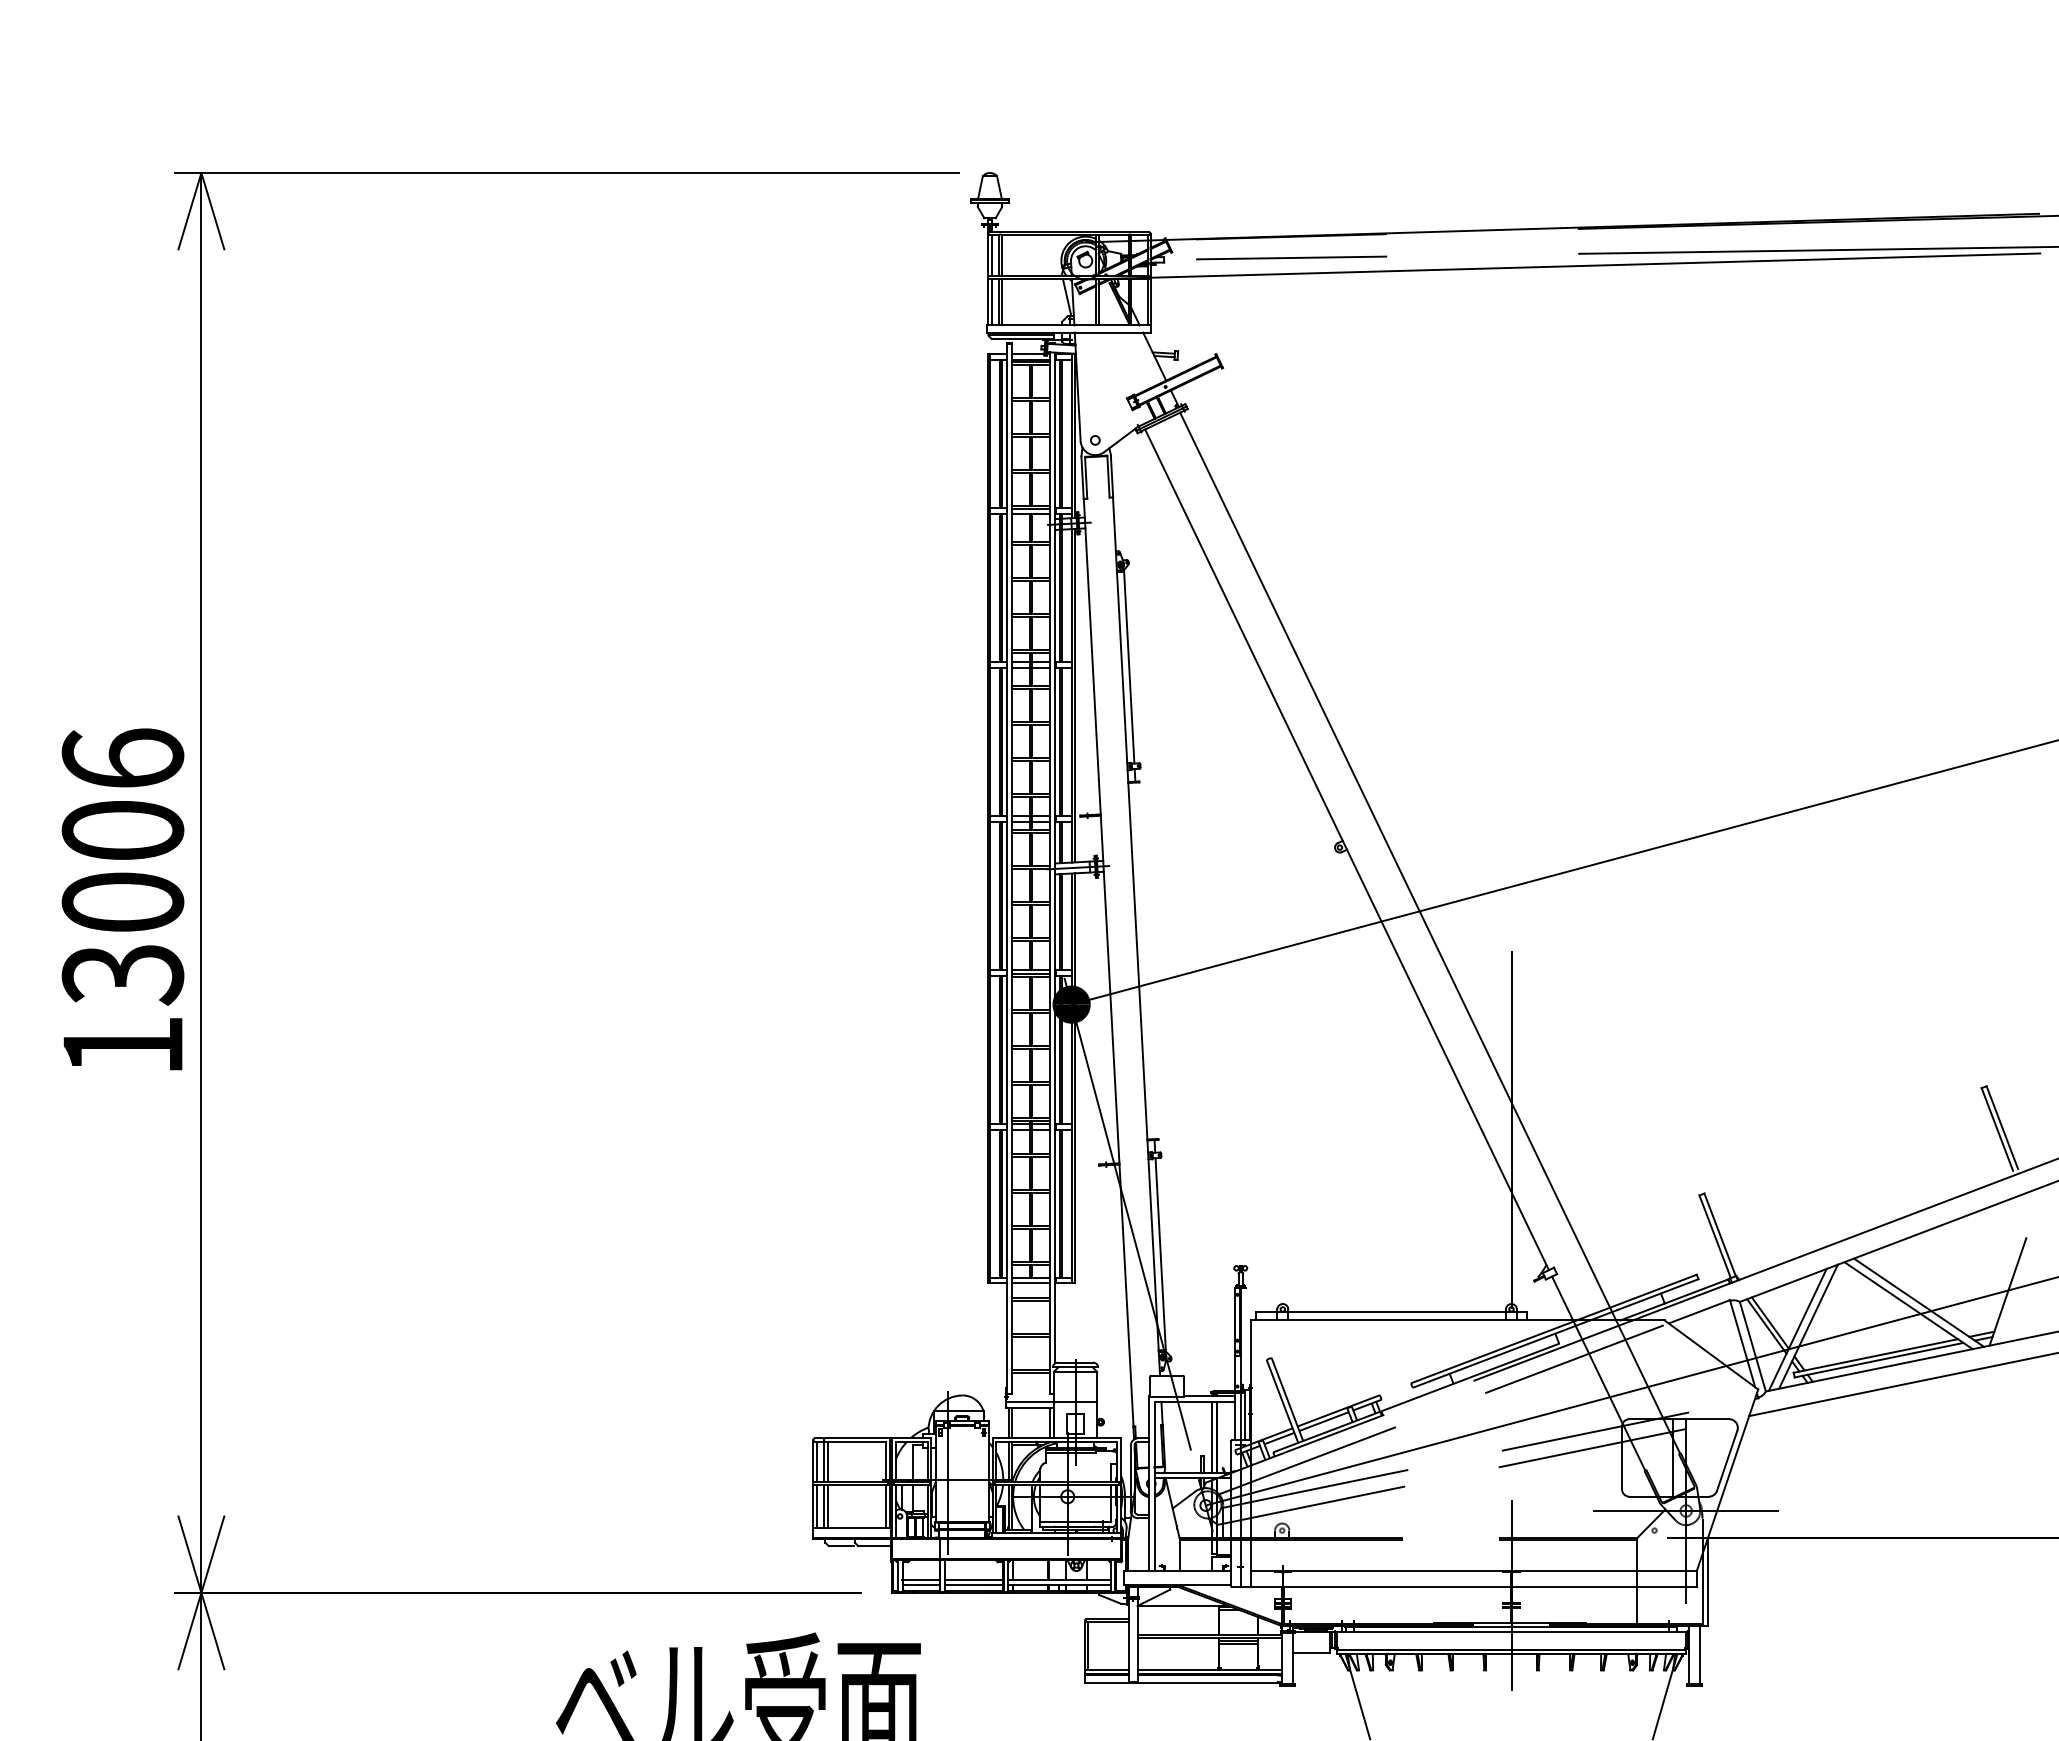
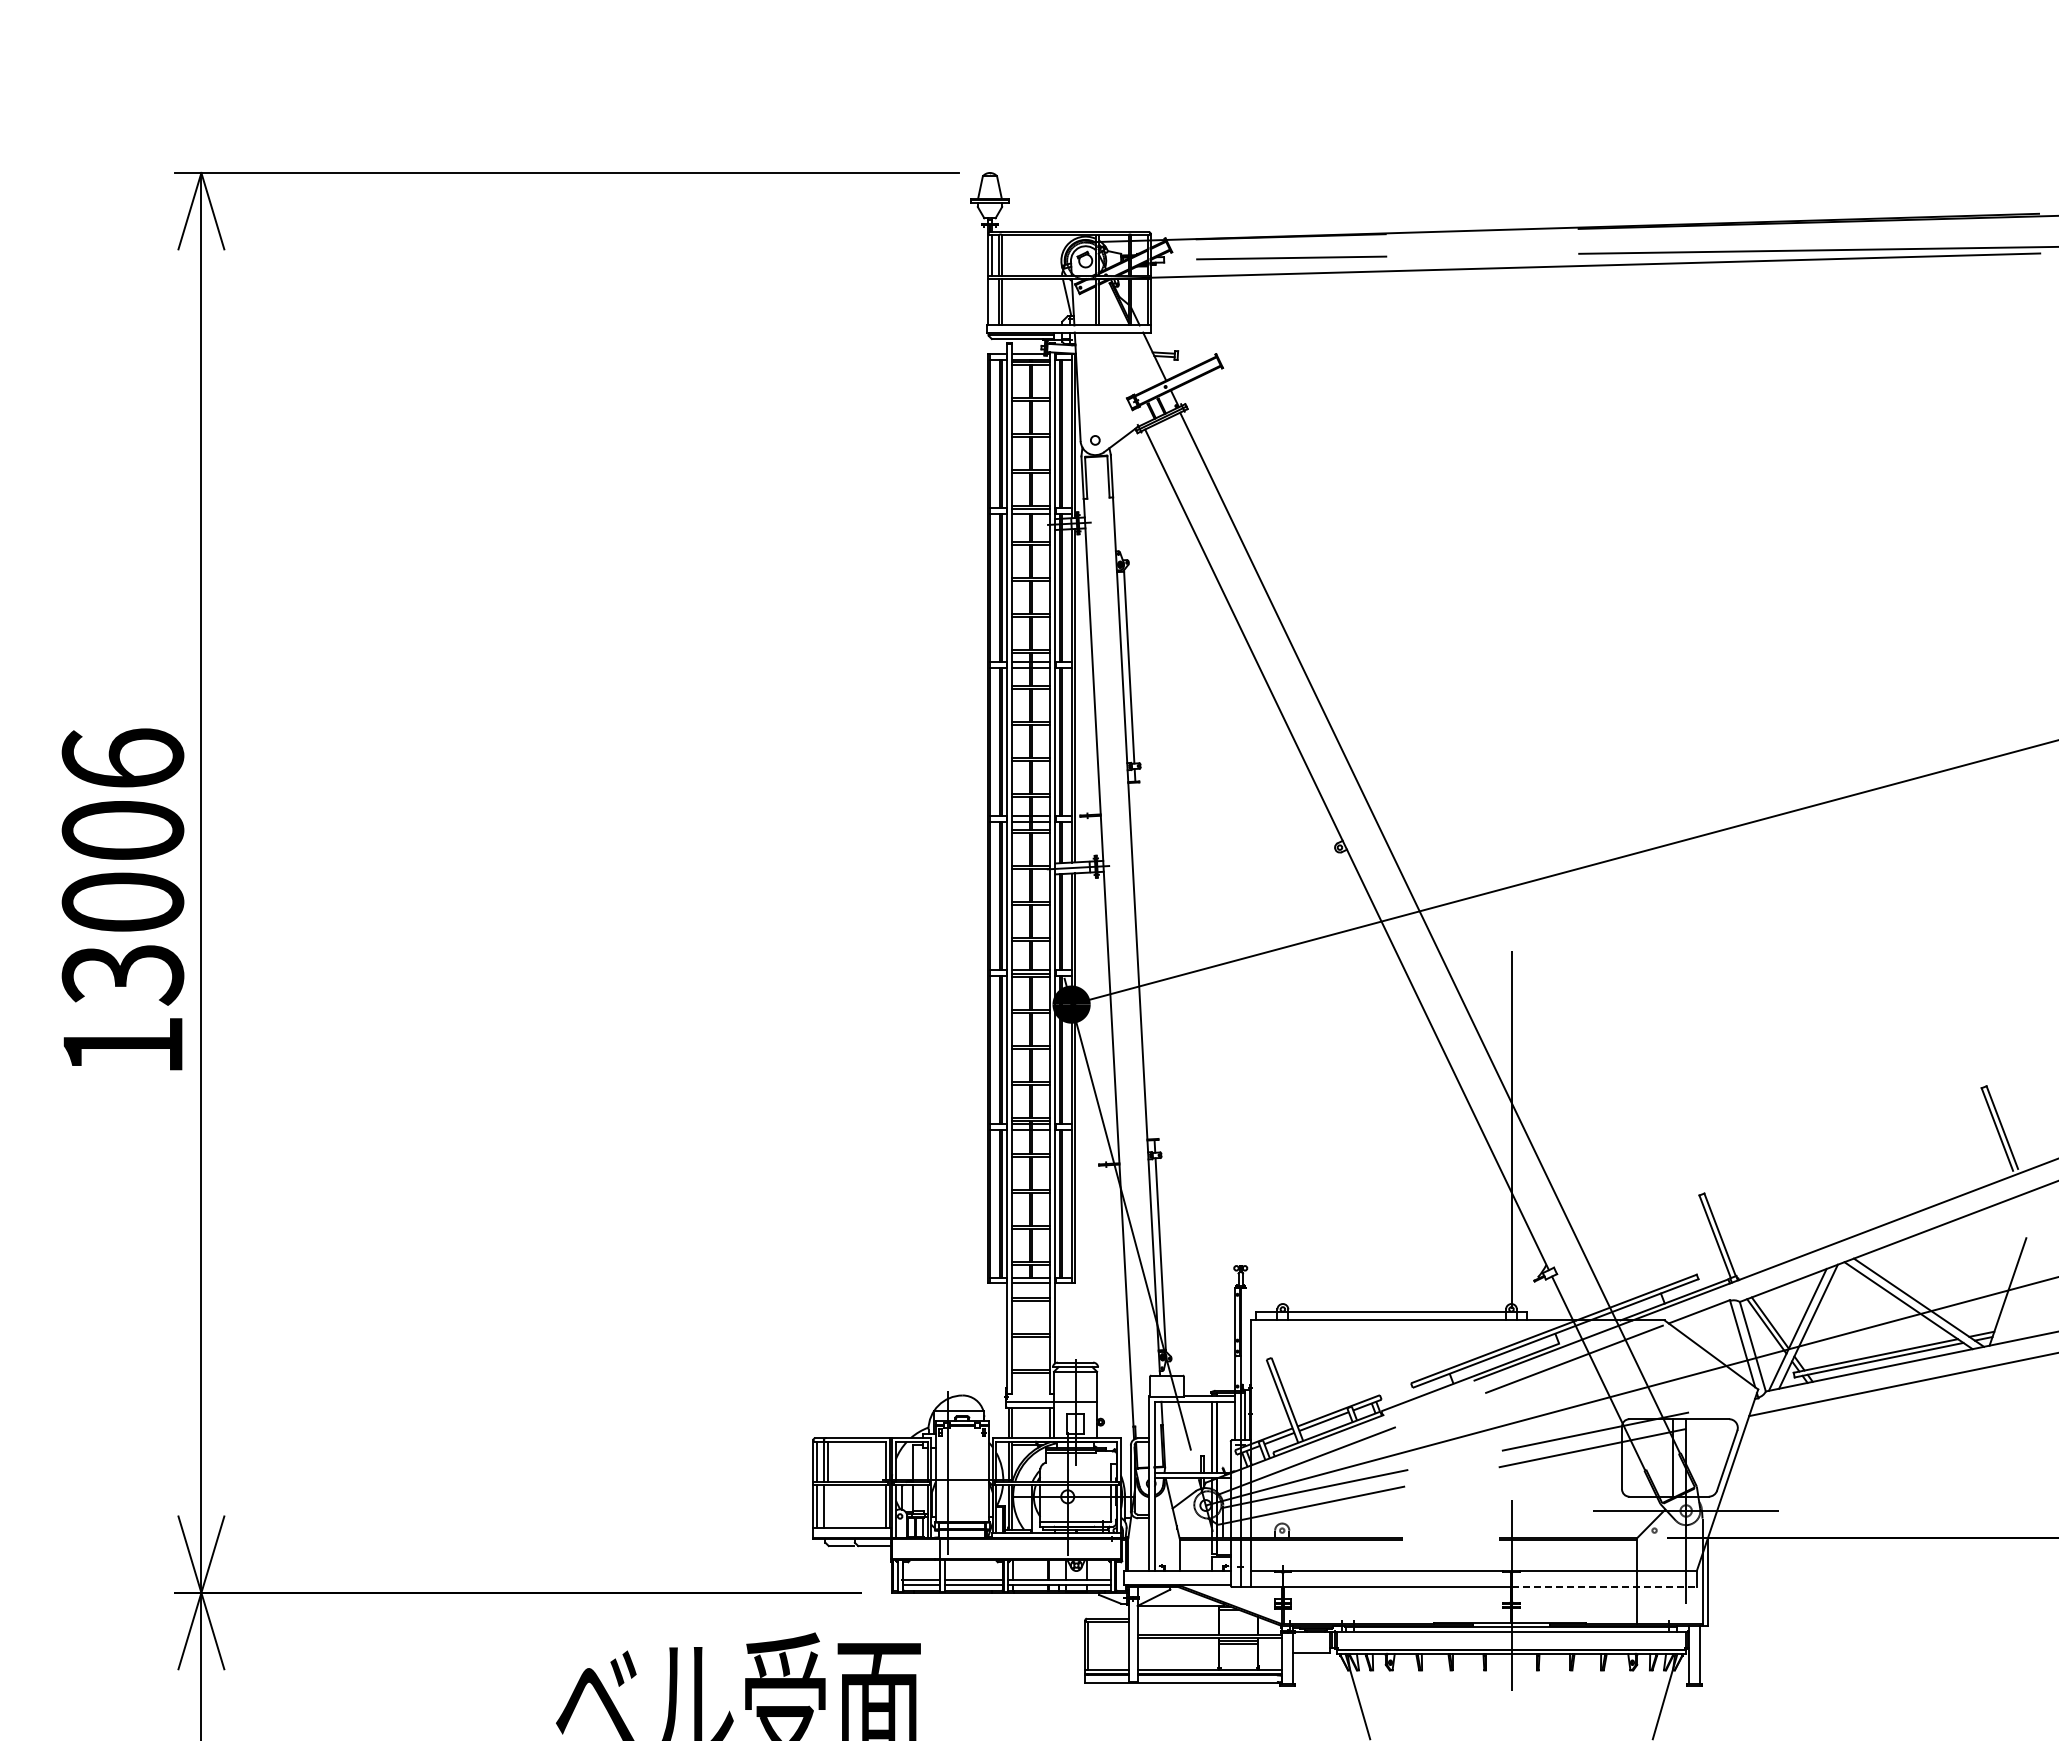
line at (991, 302): present -> none
line at (827, 1506): present -> none
line at (1604, 1587): solid -> dashed
